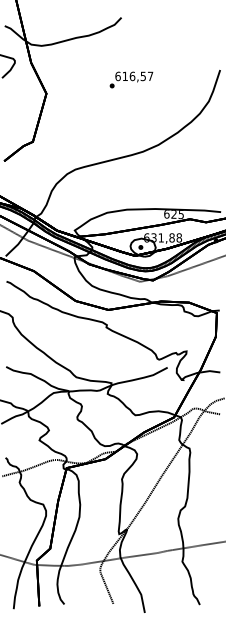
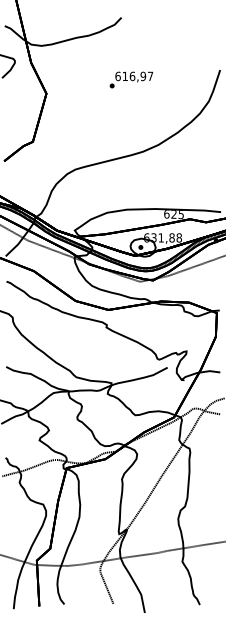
text at (143, 75): 616,57 -> 616,97
